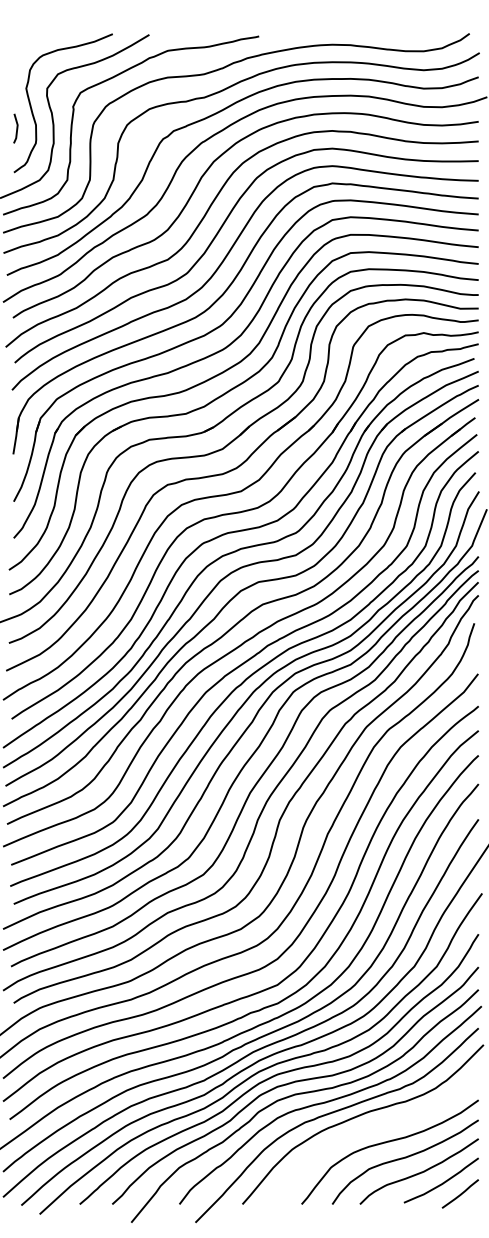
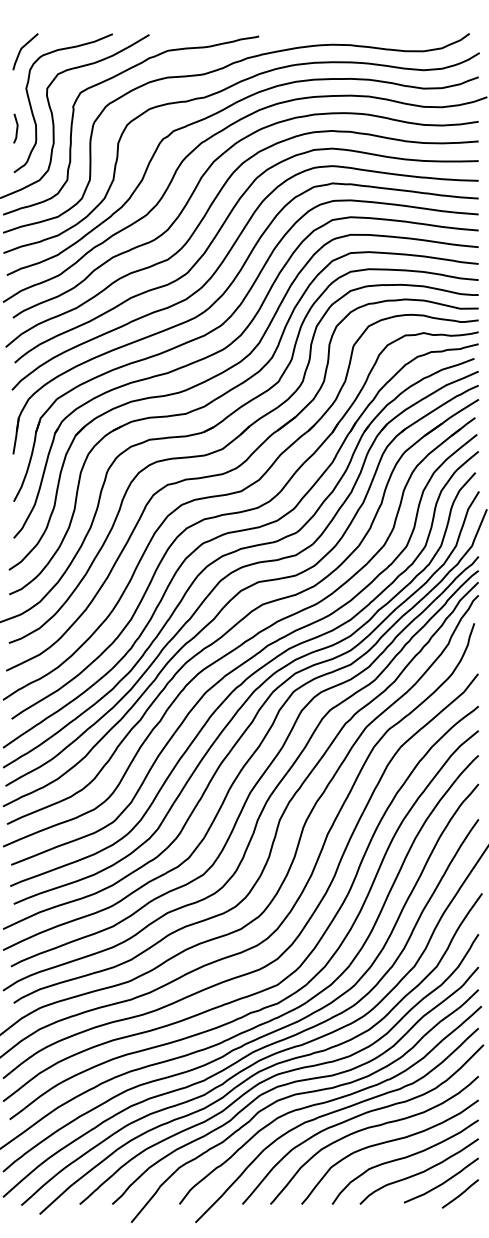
line at (24, 47): none -> present
curve at (370, 1128): none -> present
